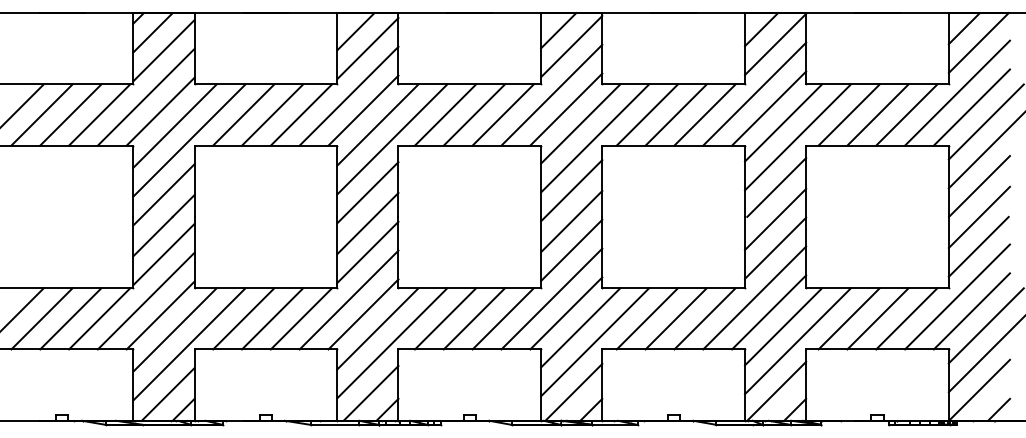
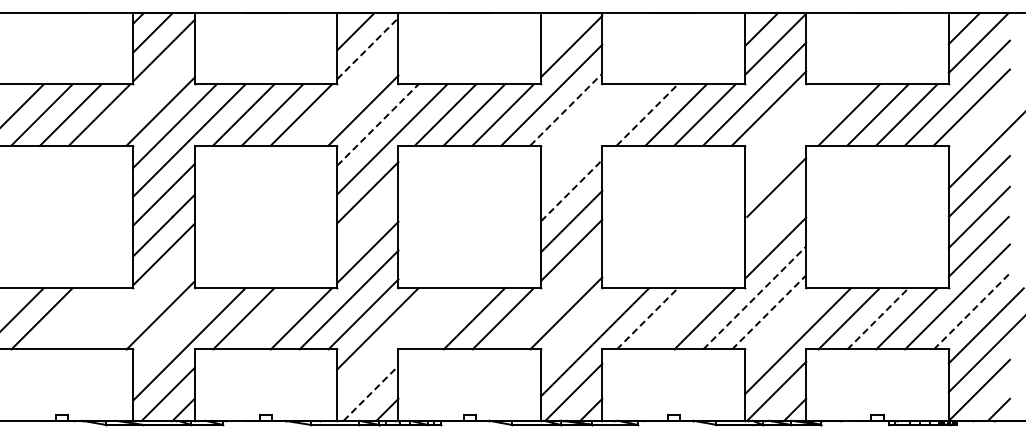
line at (558, 30): present -> none
line at (368, 48): solid -> dashed
line at (348, 95): present -> none
line at (145, 96): present -> none
line at (566, 109): solid -> dashed
line at (647, 114): solid -> dashed
line at (783, 122): present -> none
line at (985, 122): present -> none
line at (580, 123): present -> none
line at (378, 124): solid -> dashed
line at (797, 137): present -> none
line at (595, 138): present -> none
line at (572, 190): solid -> dashed
line at (775, 219): present -> none
line at (367, 223): present -> none
line at (551, 298): present -> none
line at (754, 298): solid -> dashed
line at (145, 300): present -> none
line at (971, 311): solid -> dashed
line at (769, 312): solid -> dashed
line at (70, 318): present -> none
line at (99, 318): present -> none
line at (272, 318): present -> none
line at (445, 318): present -> none
line at (647, 318): solid -> dashed
line at (675, 318): present -> none
line at (878, 318): solid -> dashed
line at (783, 326): present -> none
line at (580, 327): present -> none
line at (174, 329): present -> none
line at (392, 343): present -> none
line at (371, 393): solid -> dashed
